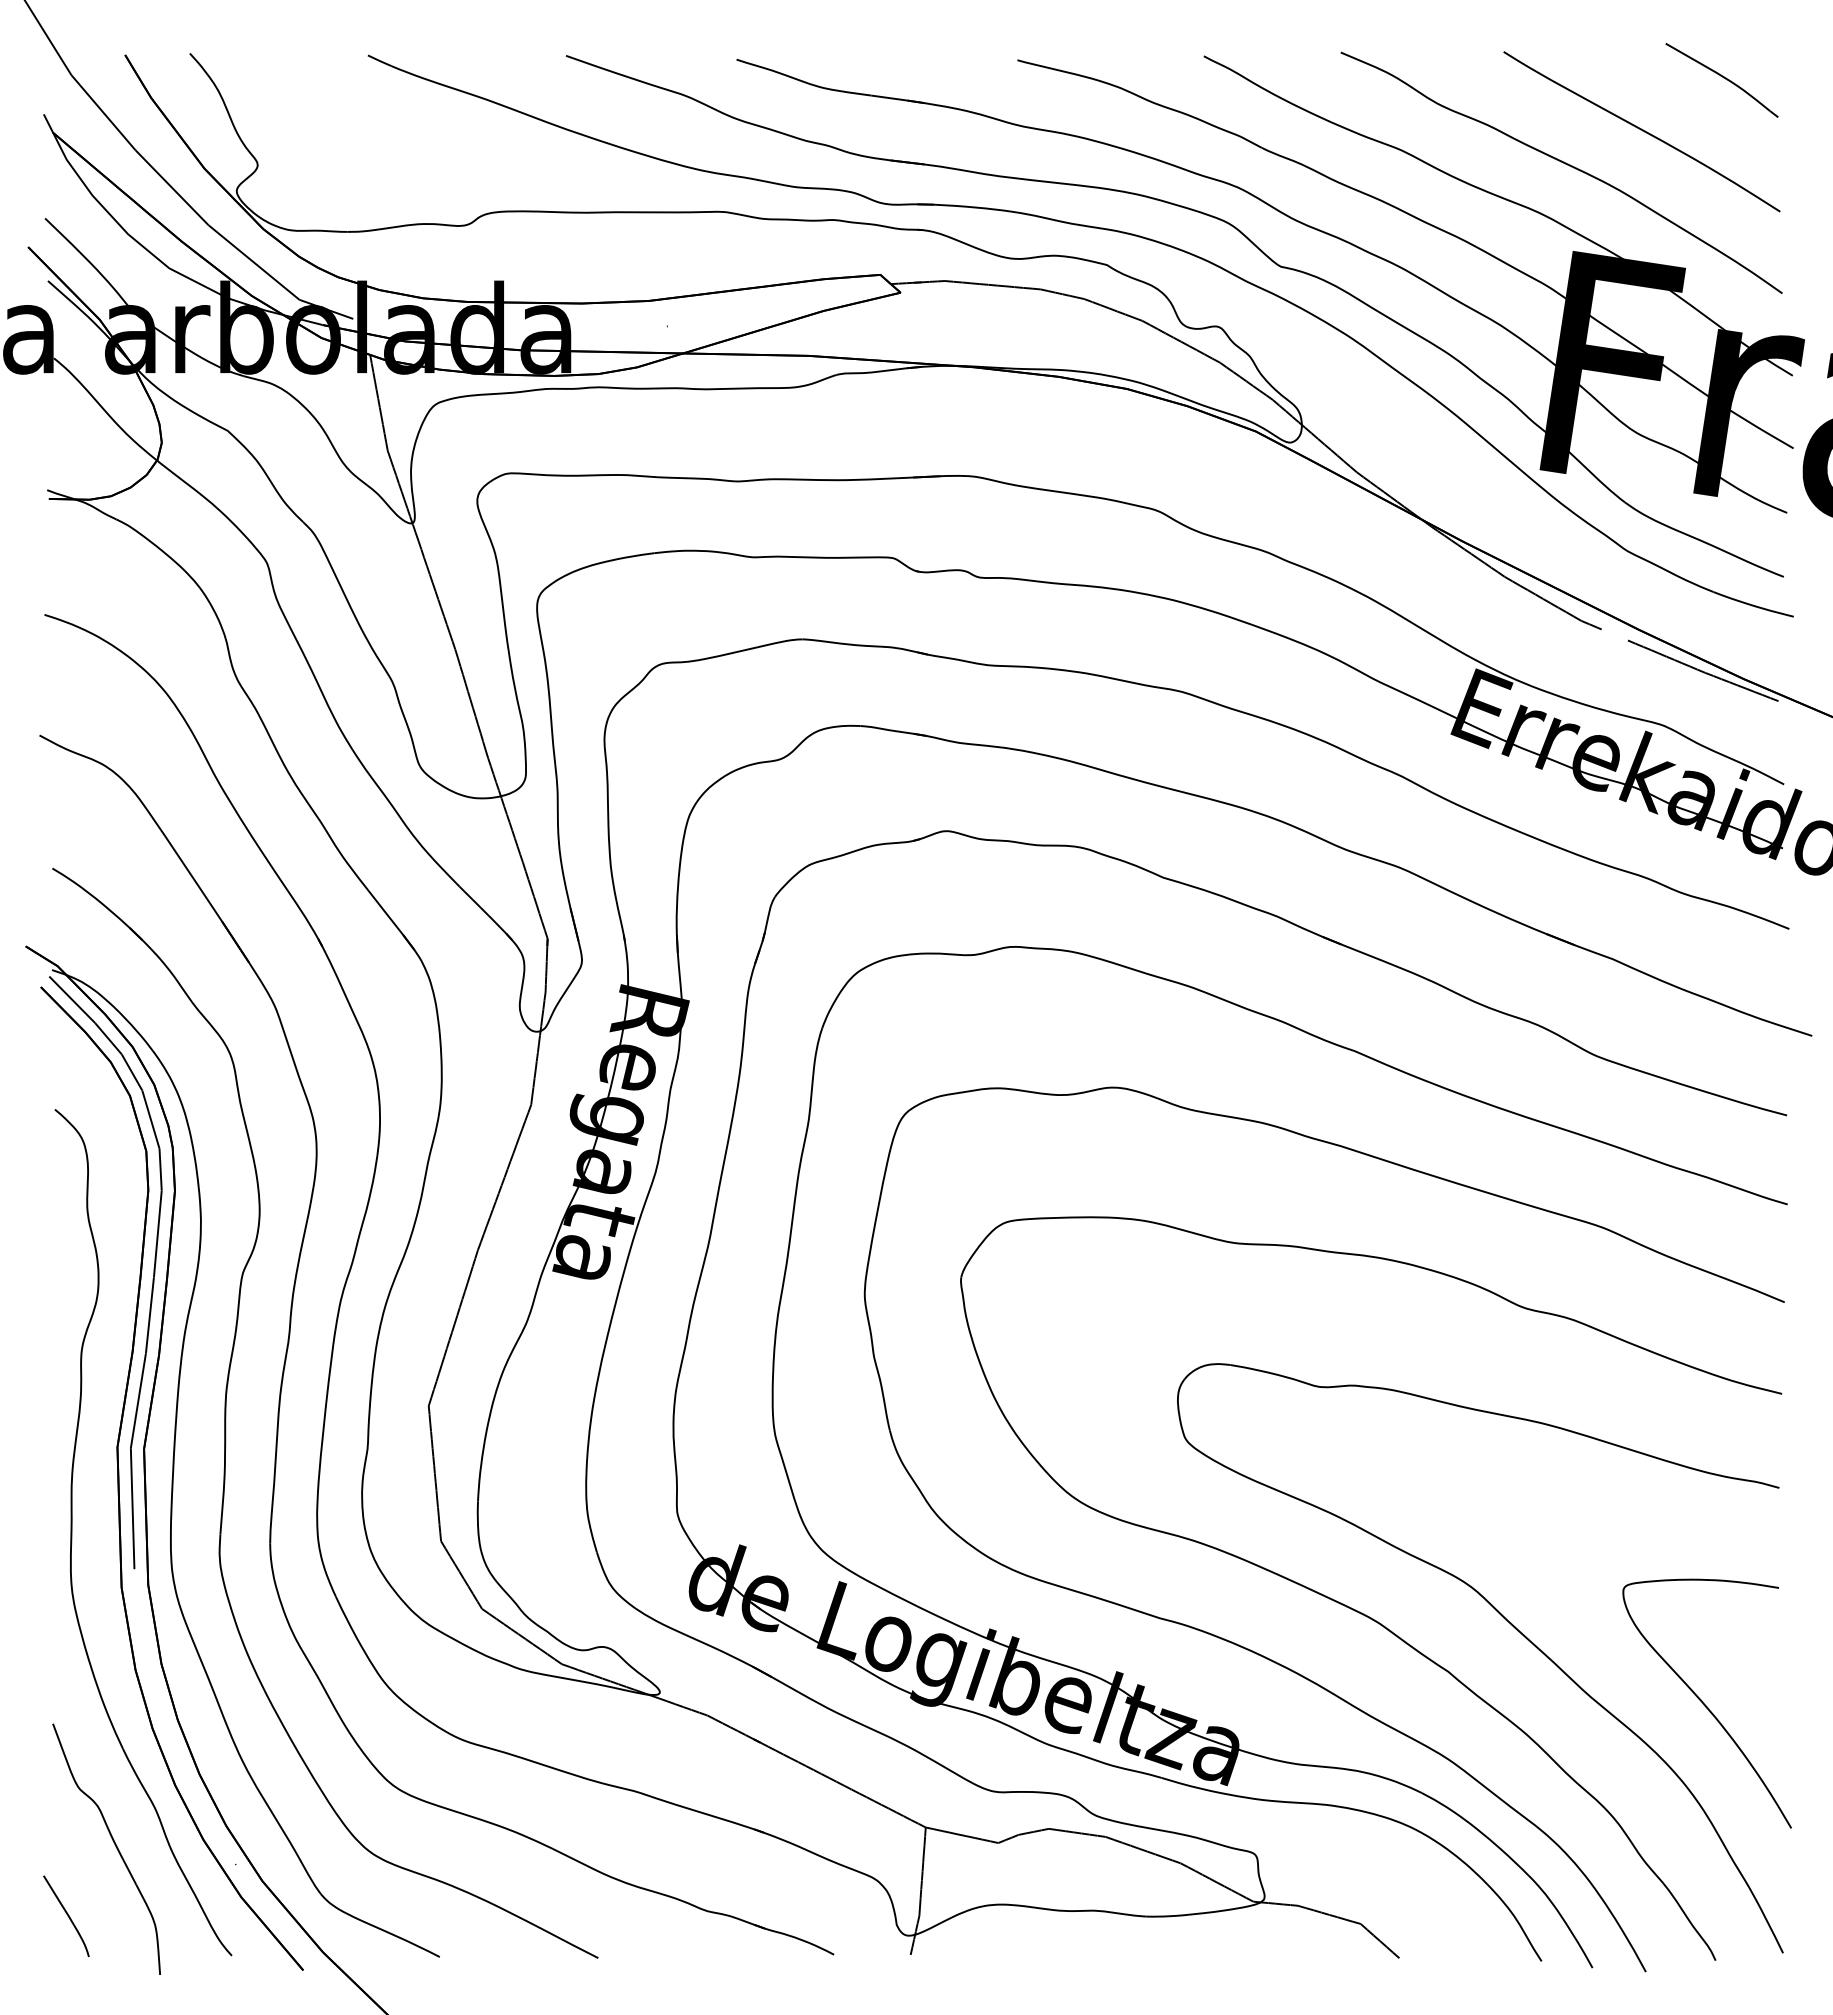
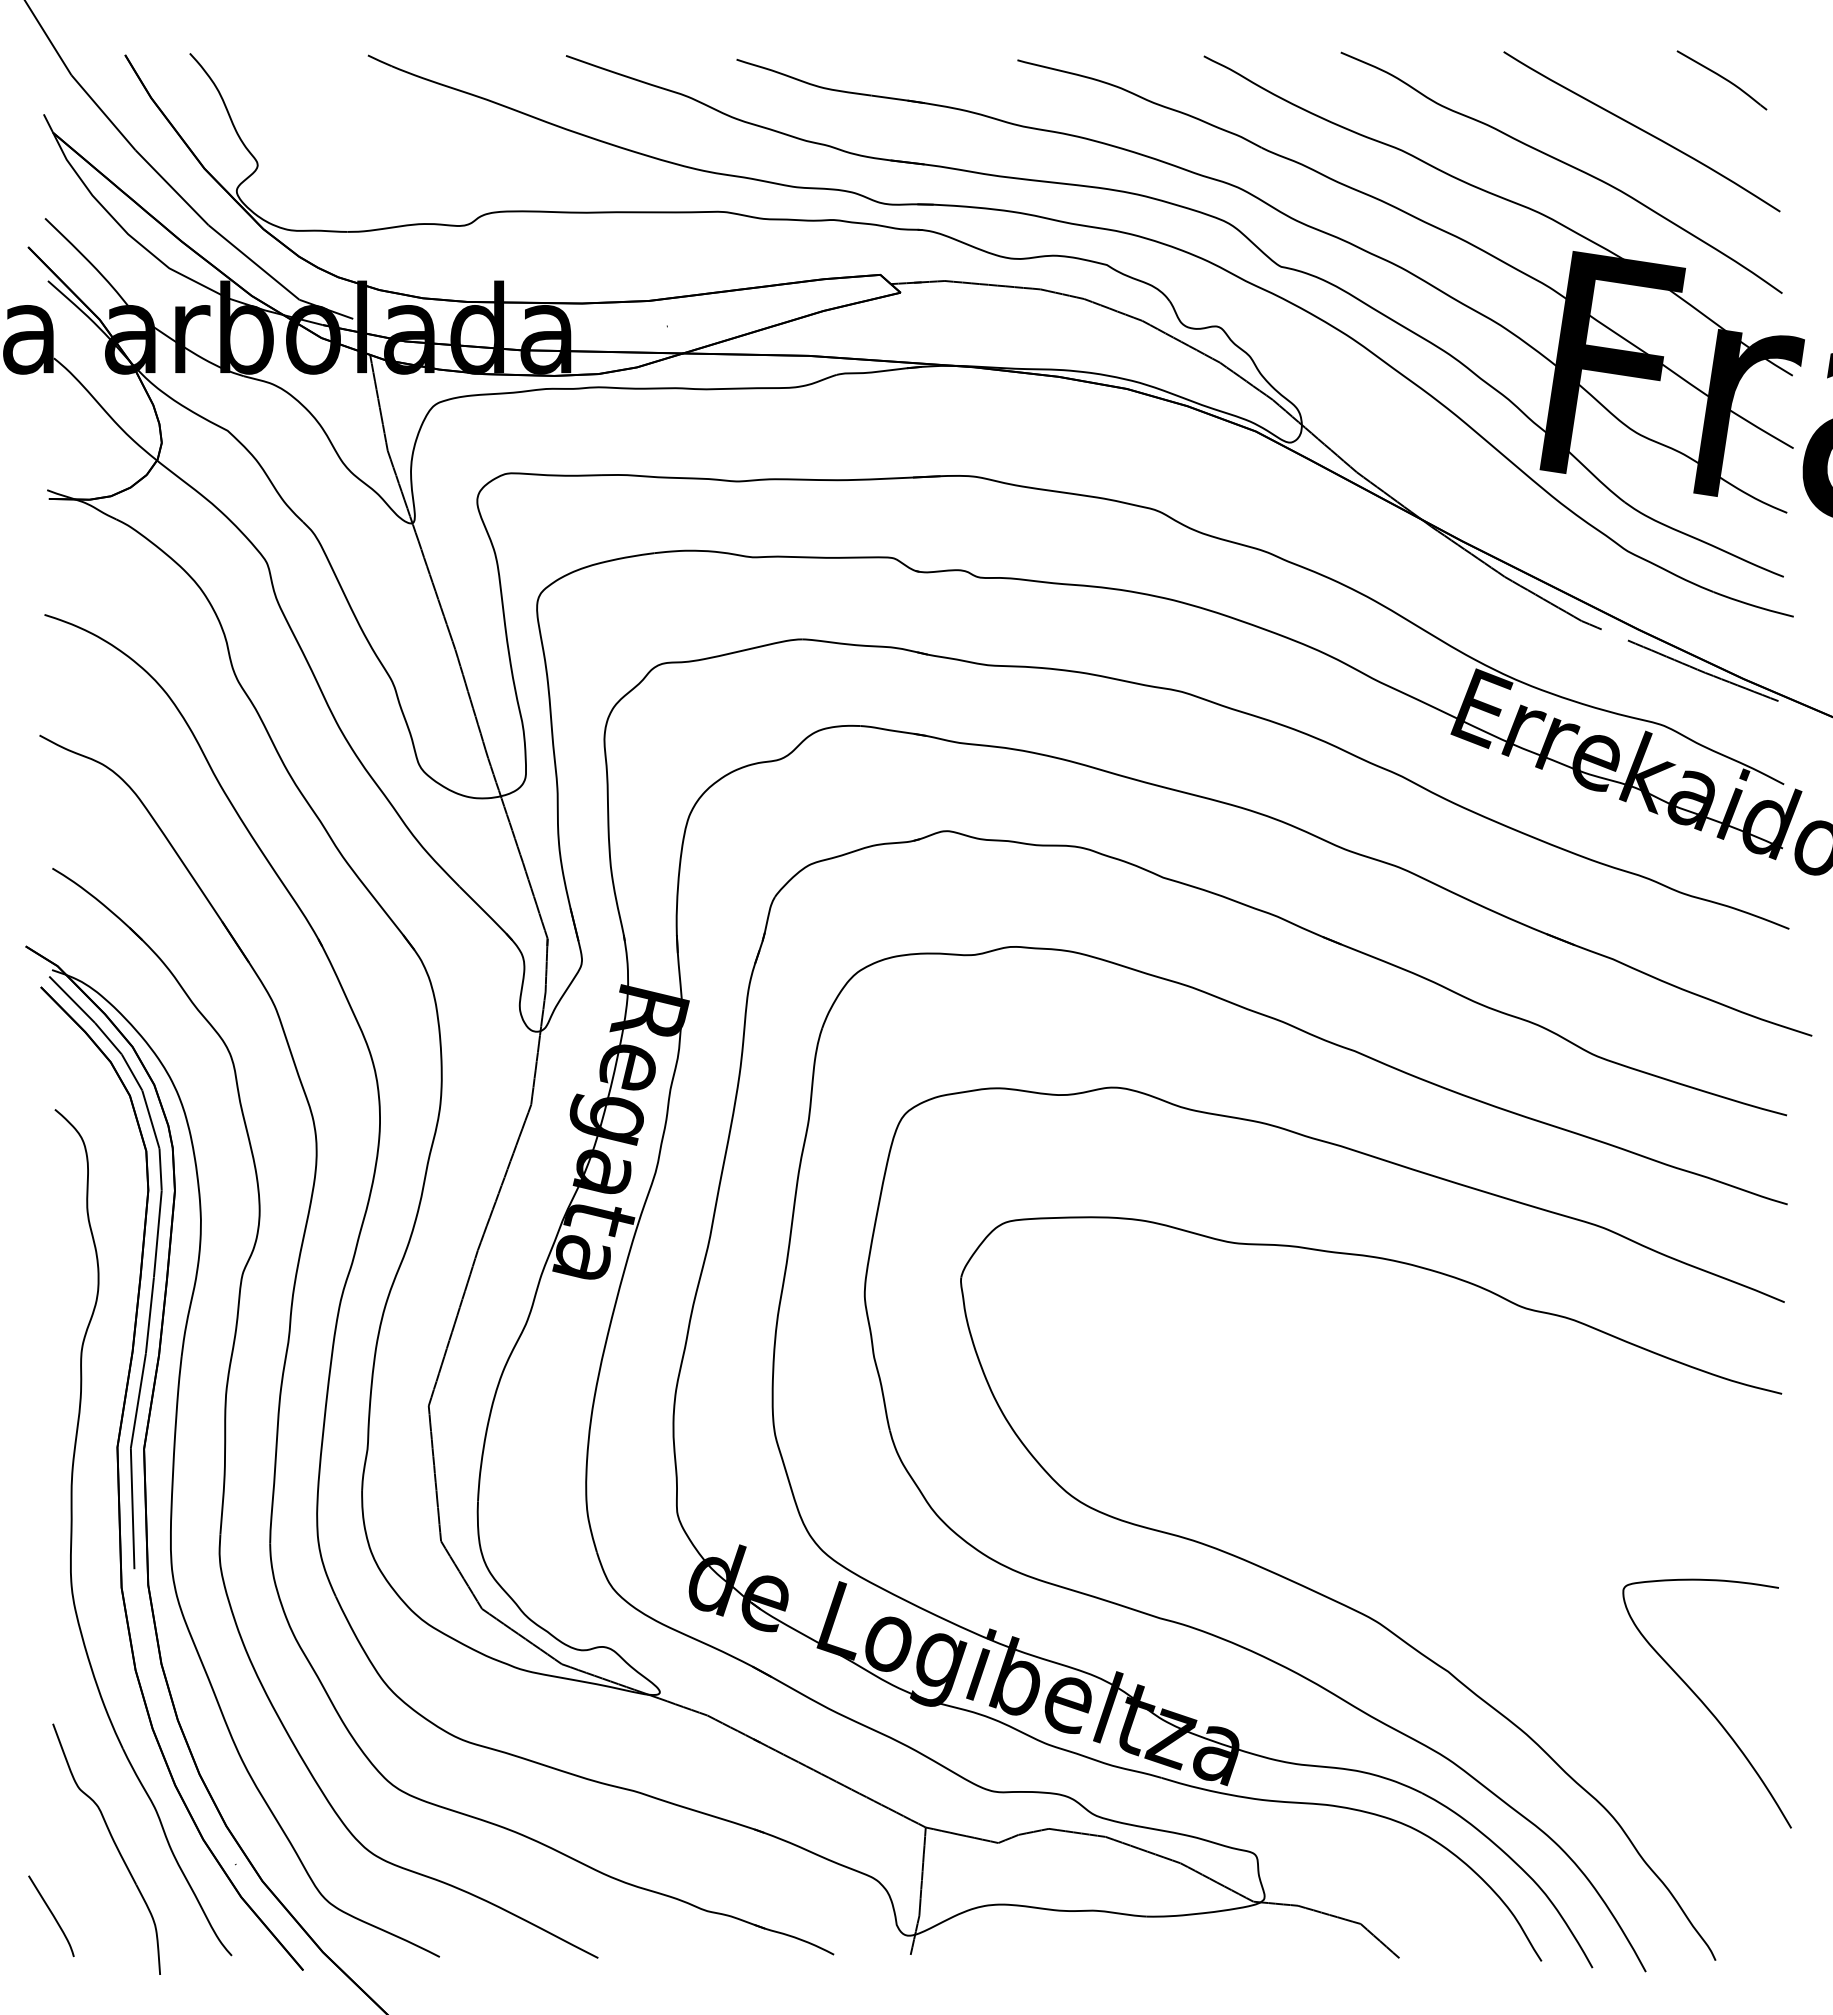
part at (1721, 80) size: 114x75 px -> 92x61 px
part at (1512, 1626): present -> none
curve at (67, 1916) position: (67, 1916) -> (52, 1916)
